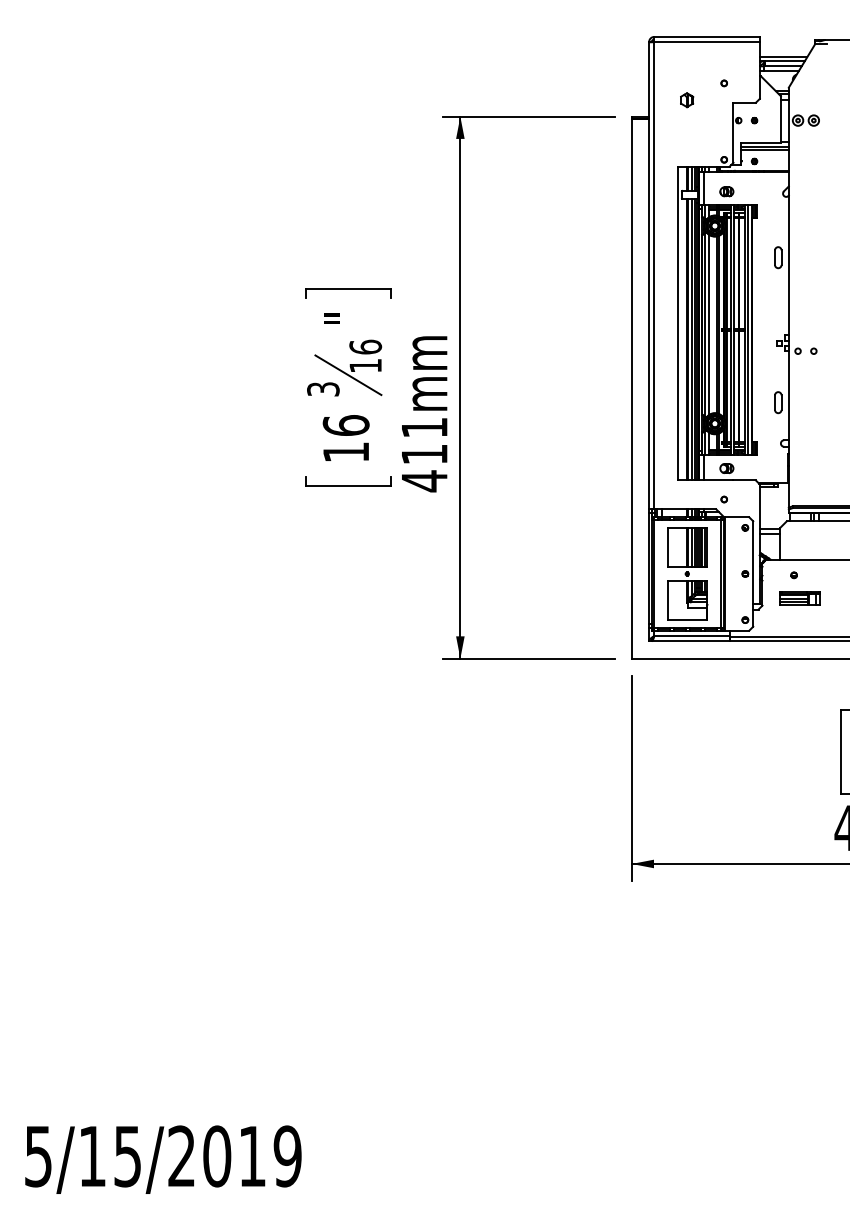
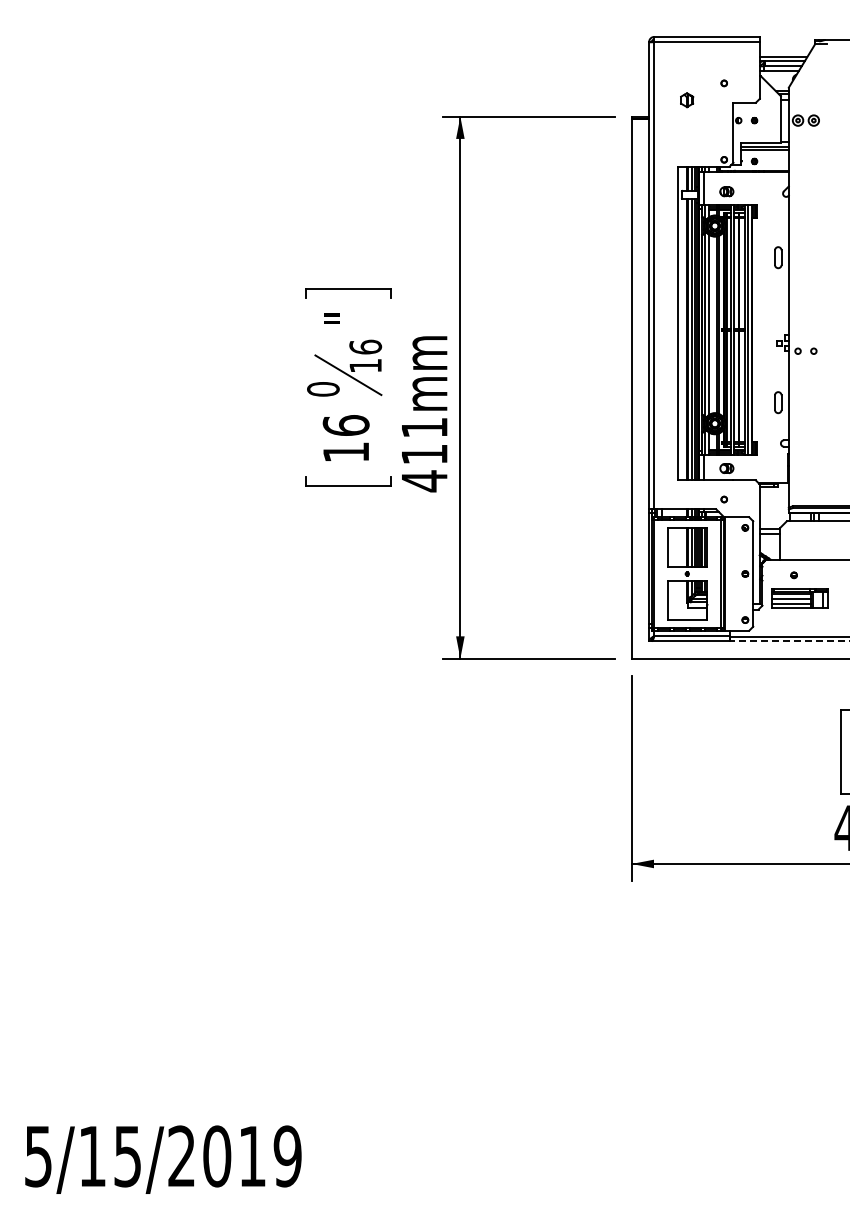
text at (323, 389): 3 -> 0
part at (799, 598) size: 42x15 px -> 58x21 px
line at (789, 641): solid -> dashed
